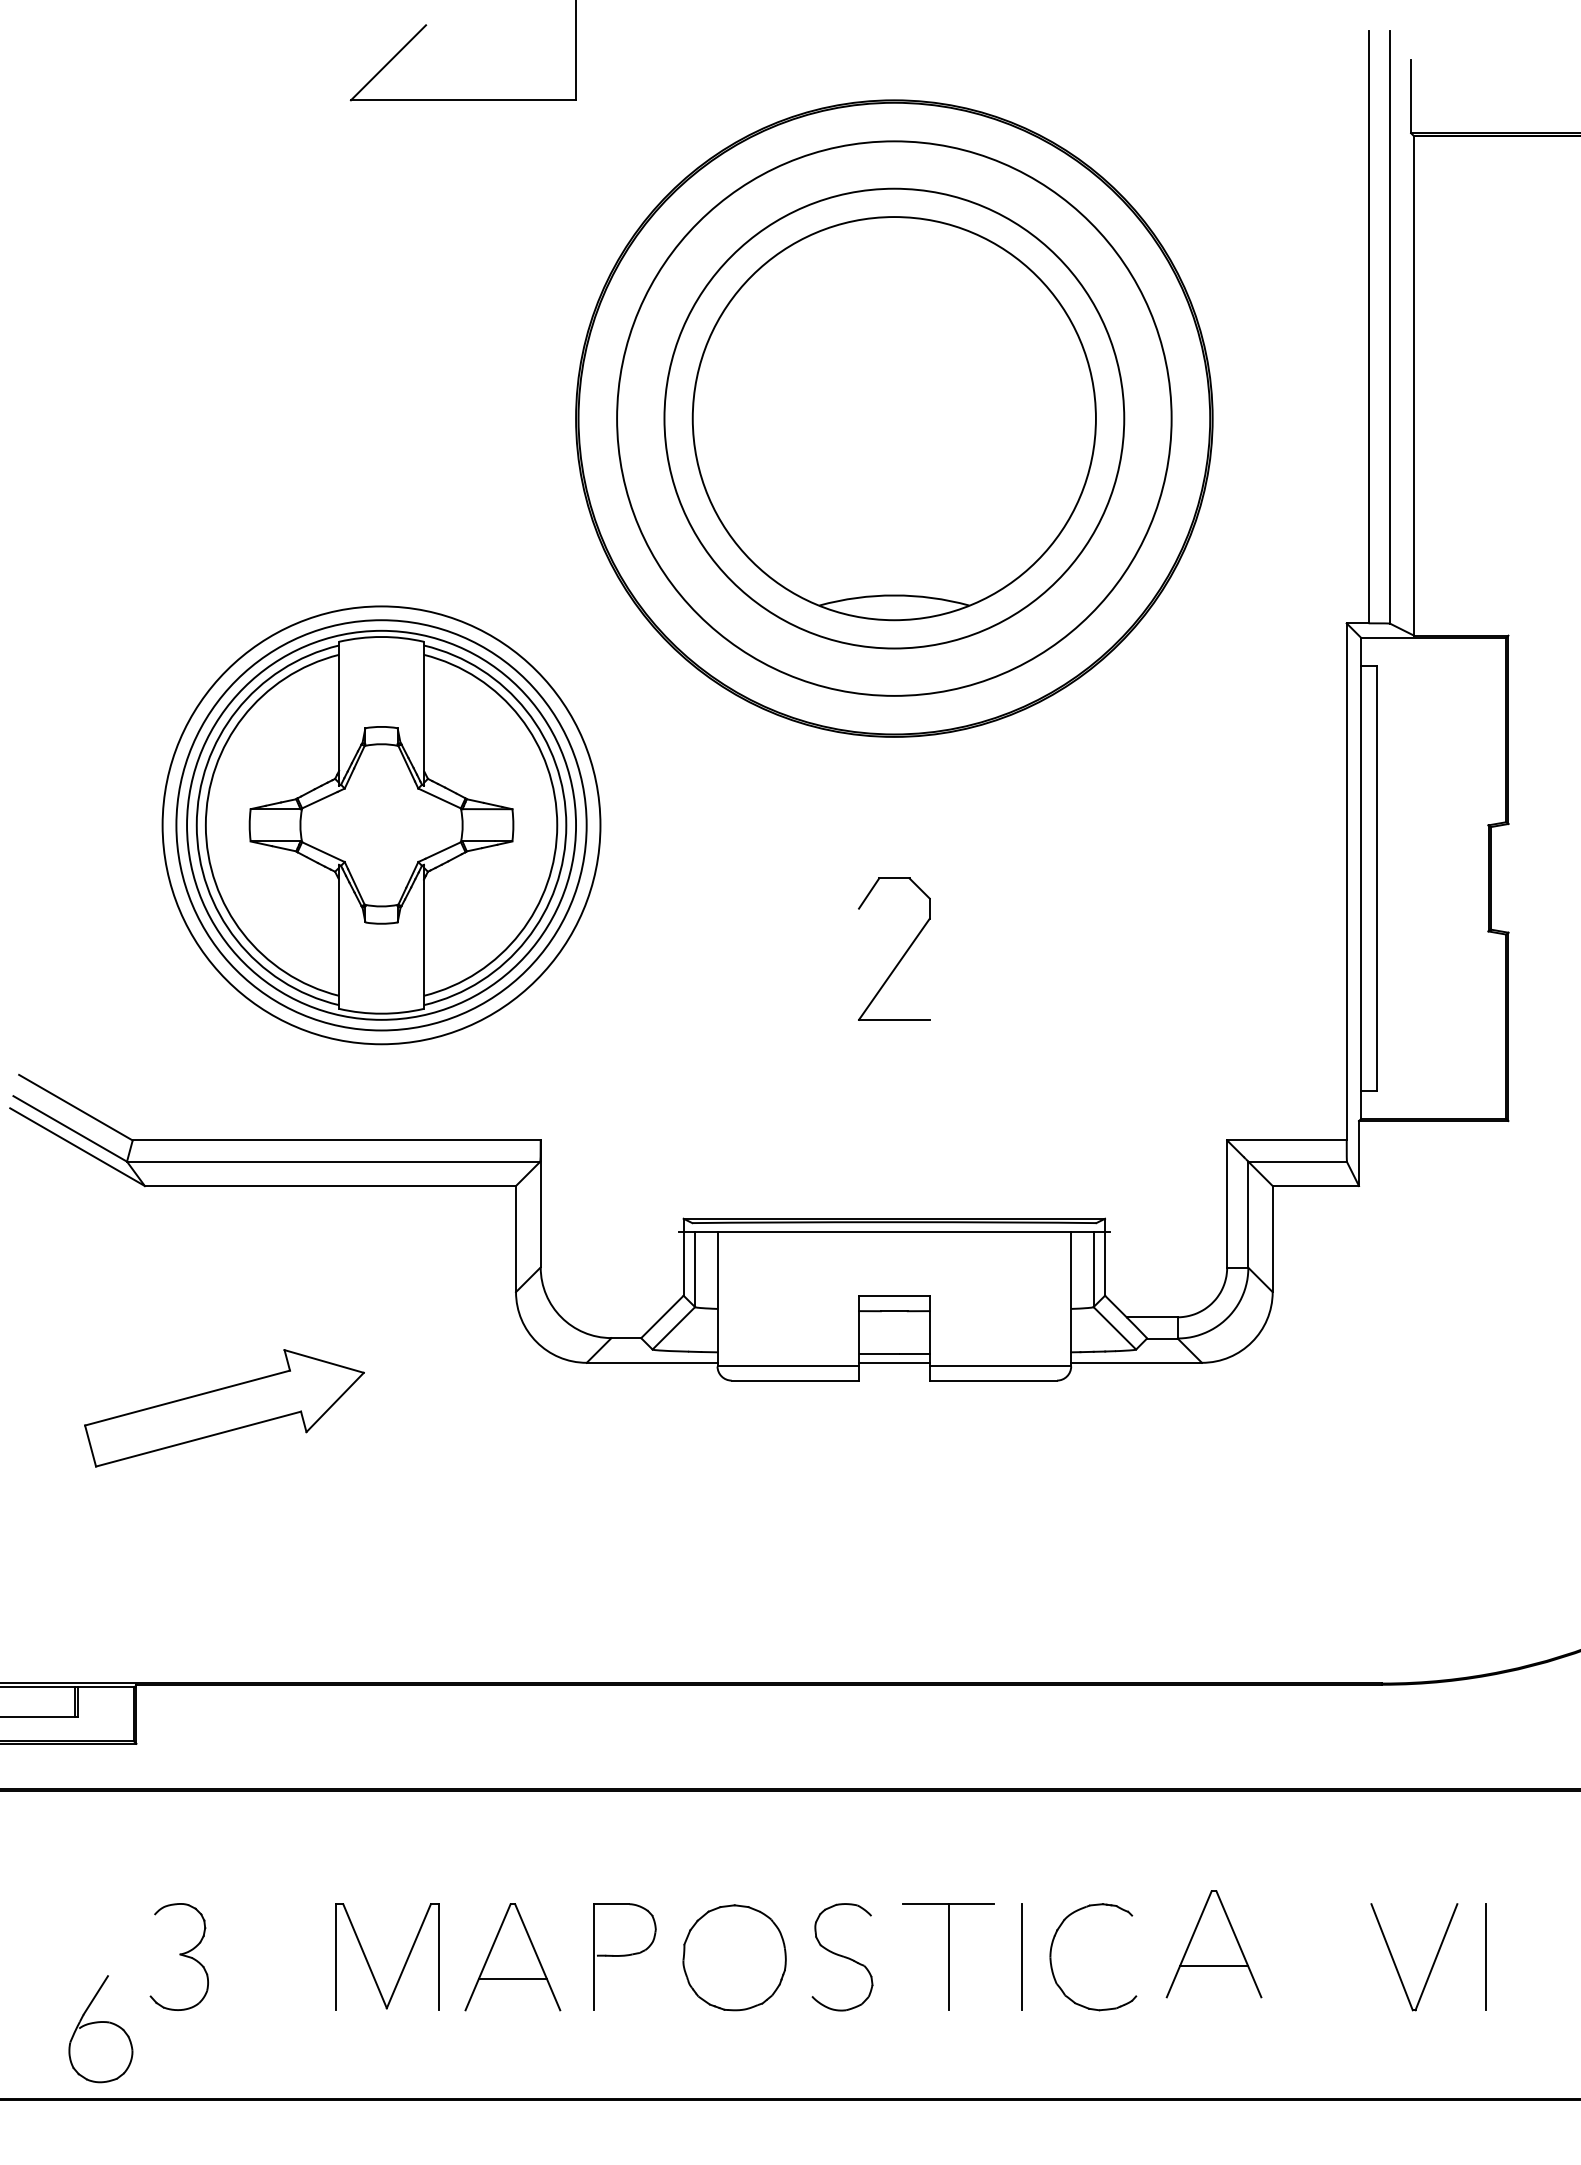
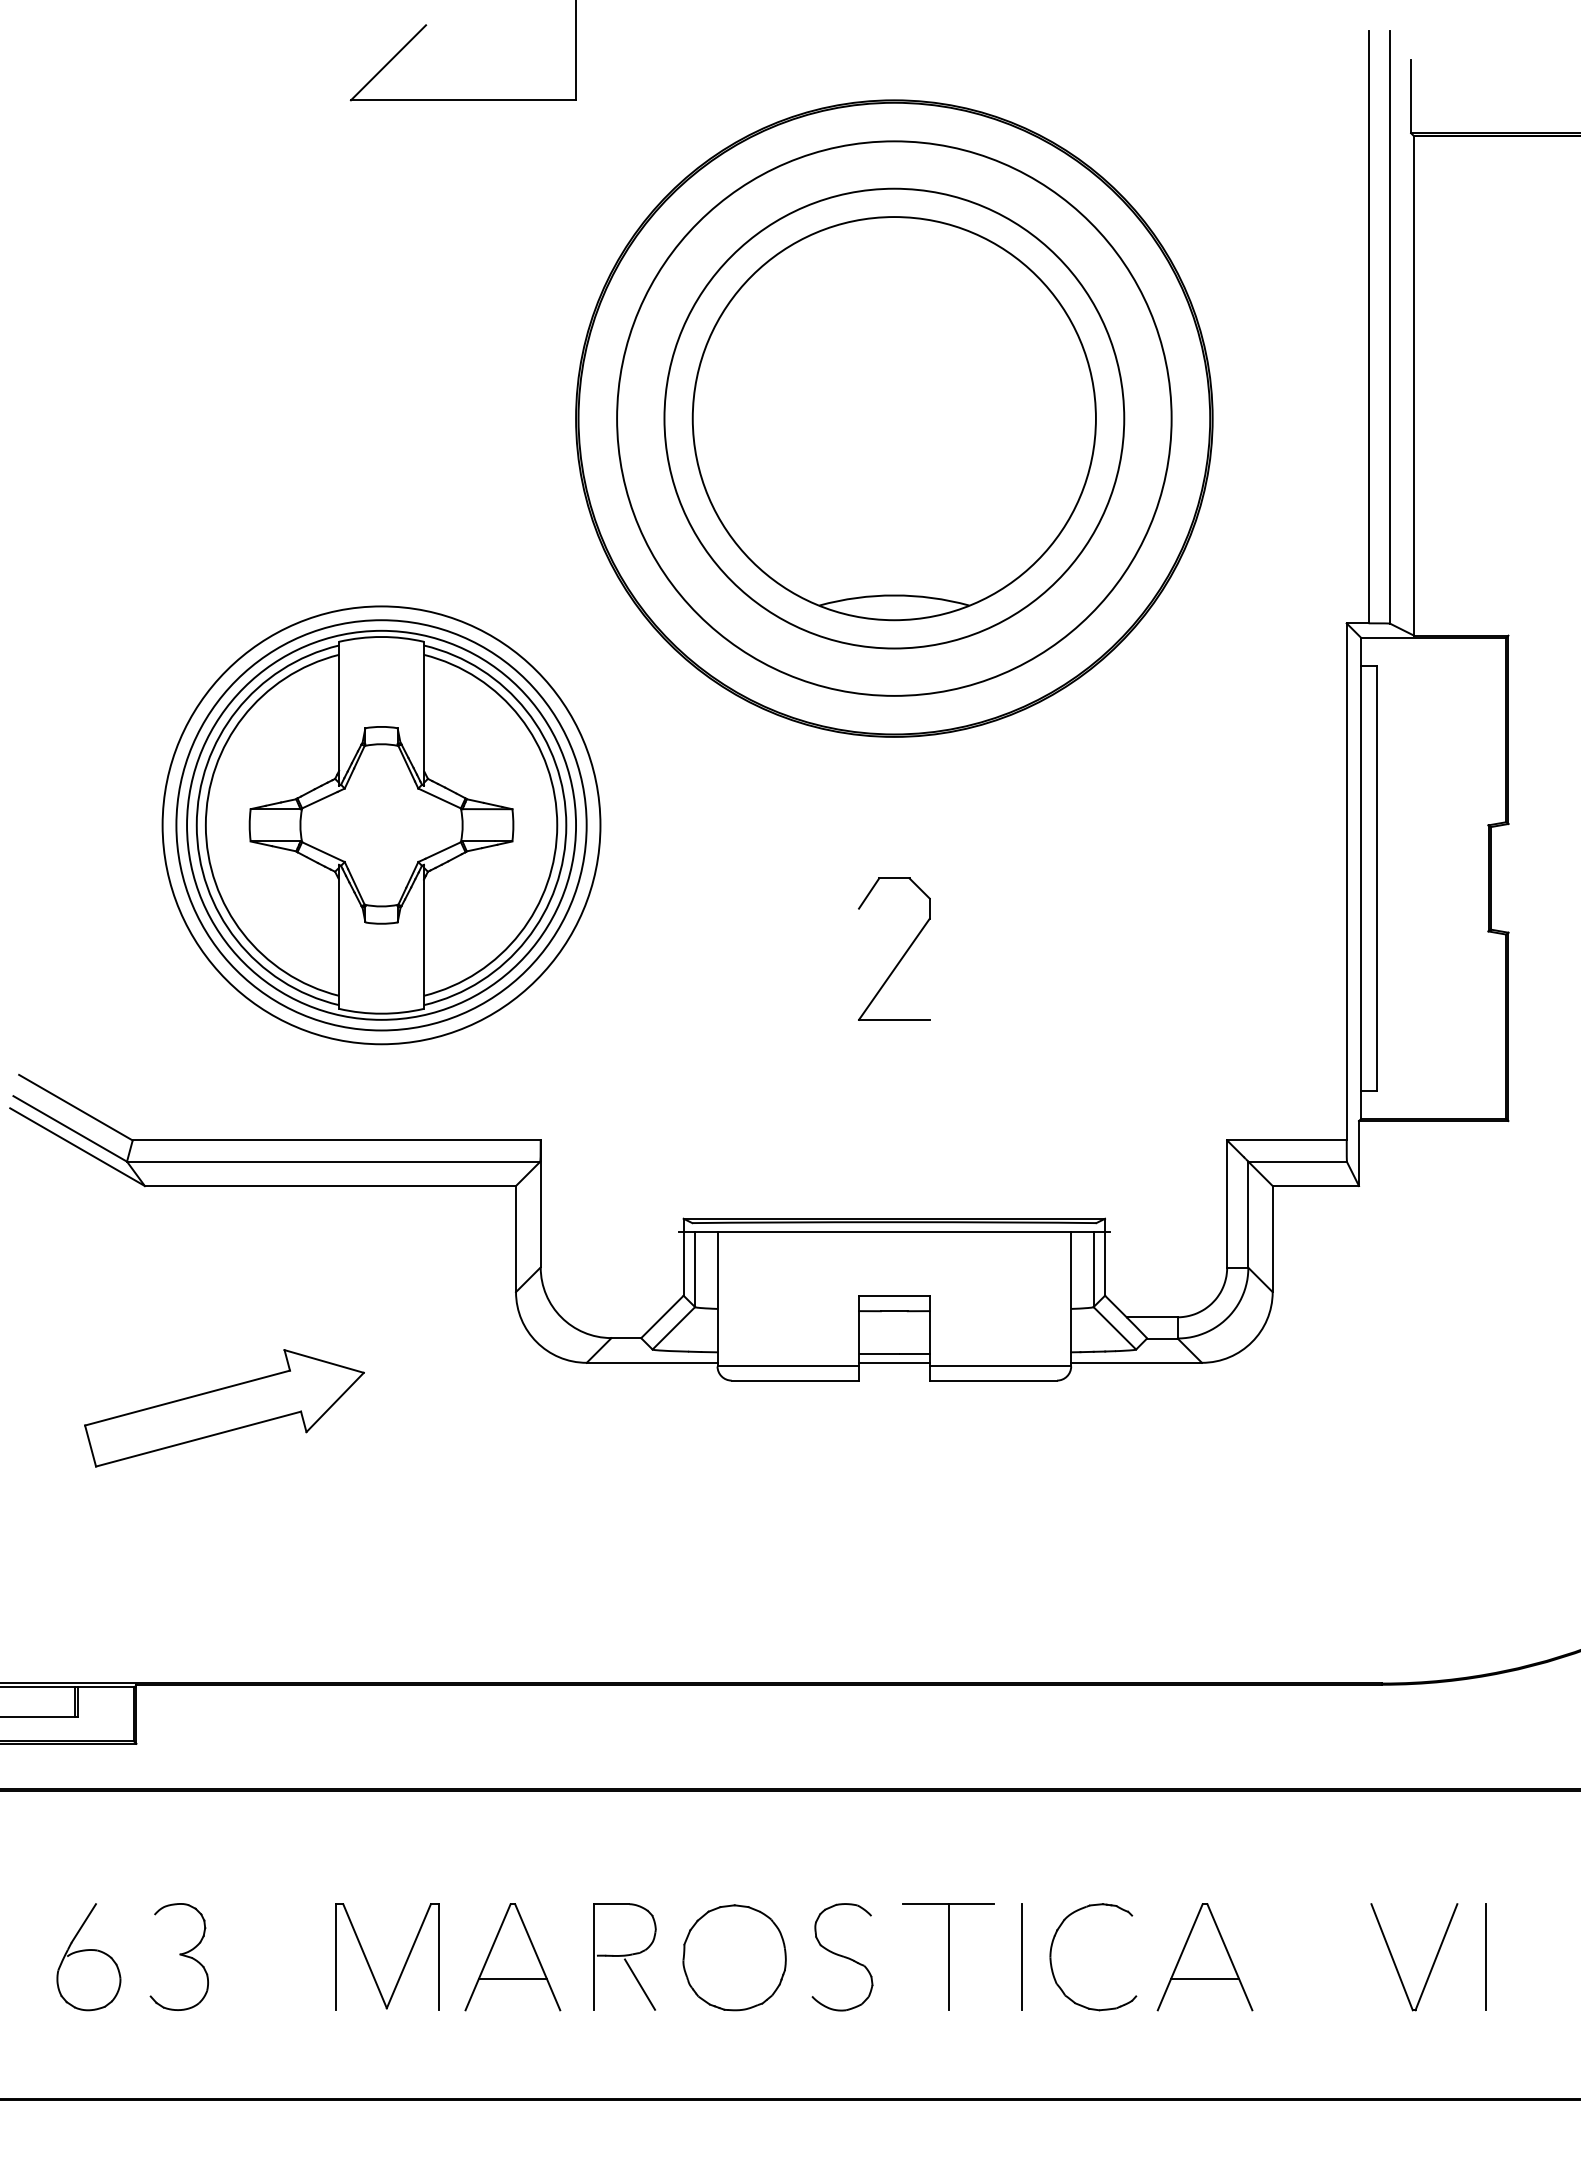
part at (1213, 1944) position: (1213, 1944) -> (1204, 1957)
line at (640, 1984): none -> present
part at (100, 2029) position: (100, 2029) -> (88, 1957)
